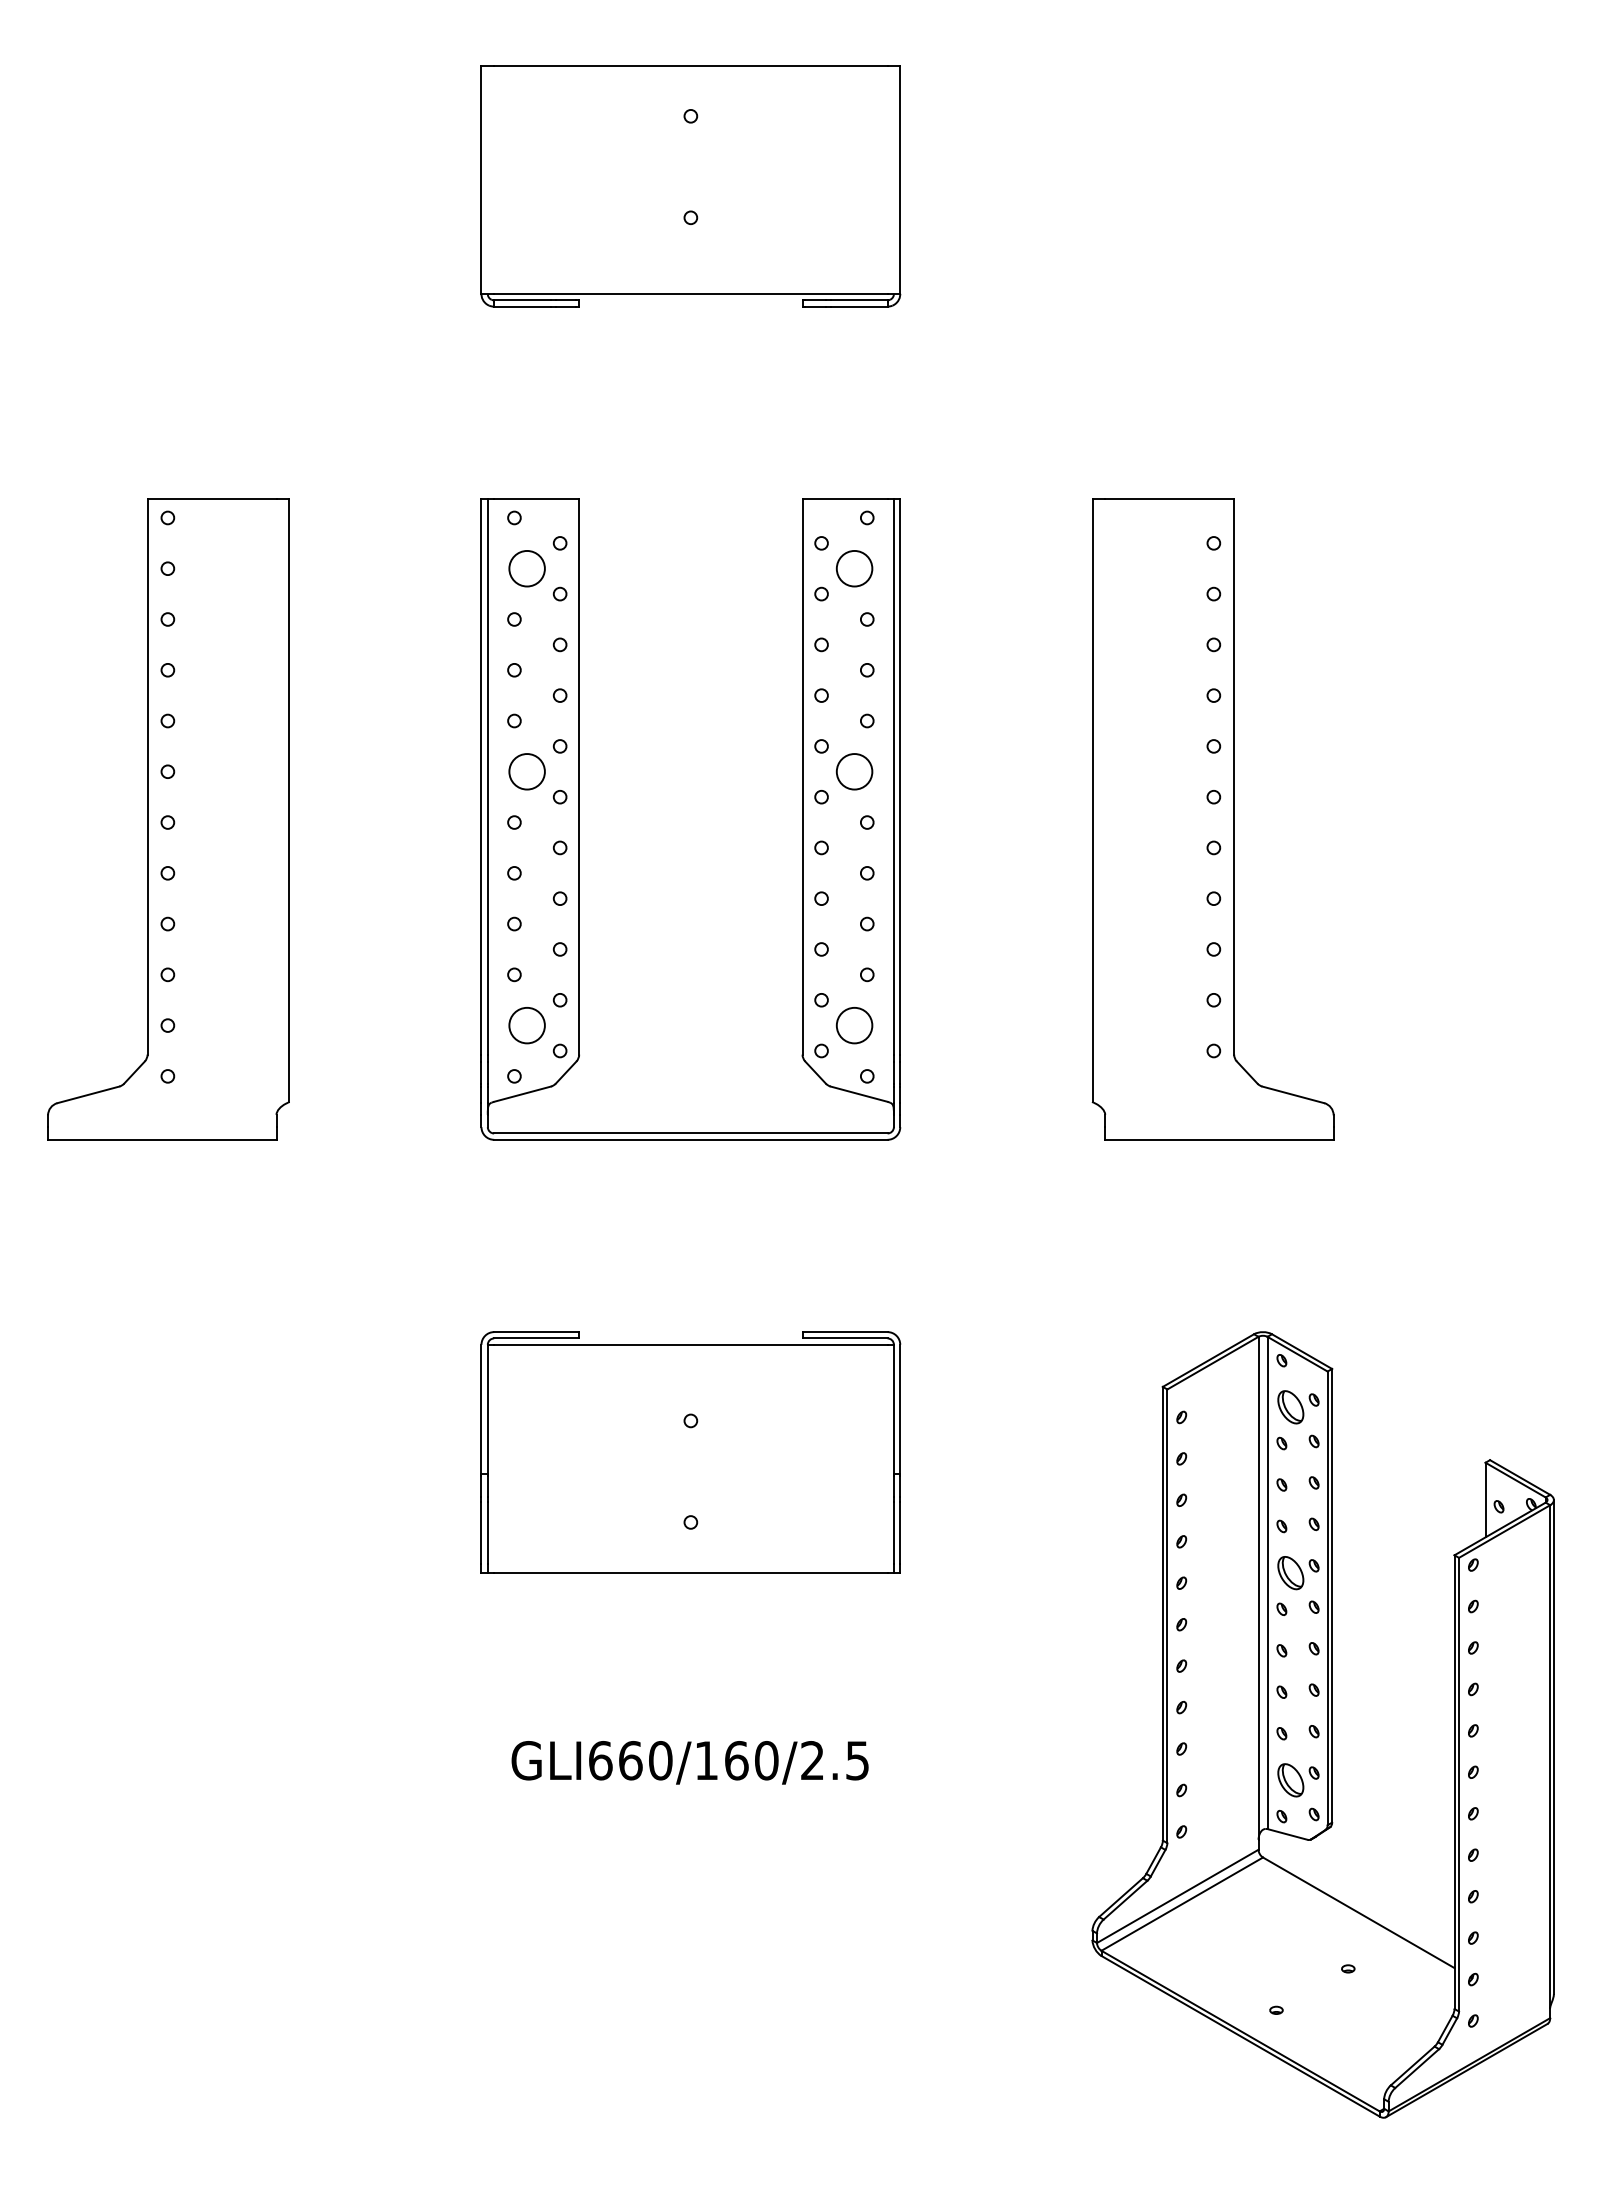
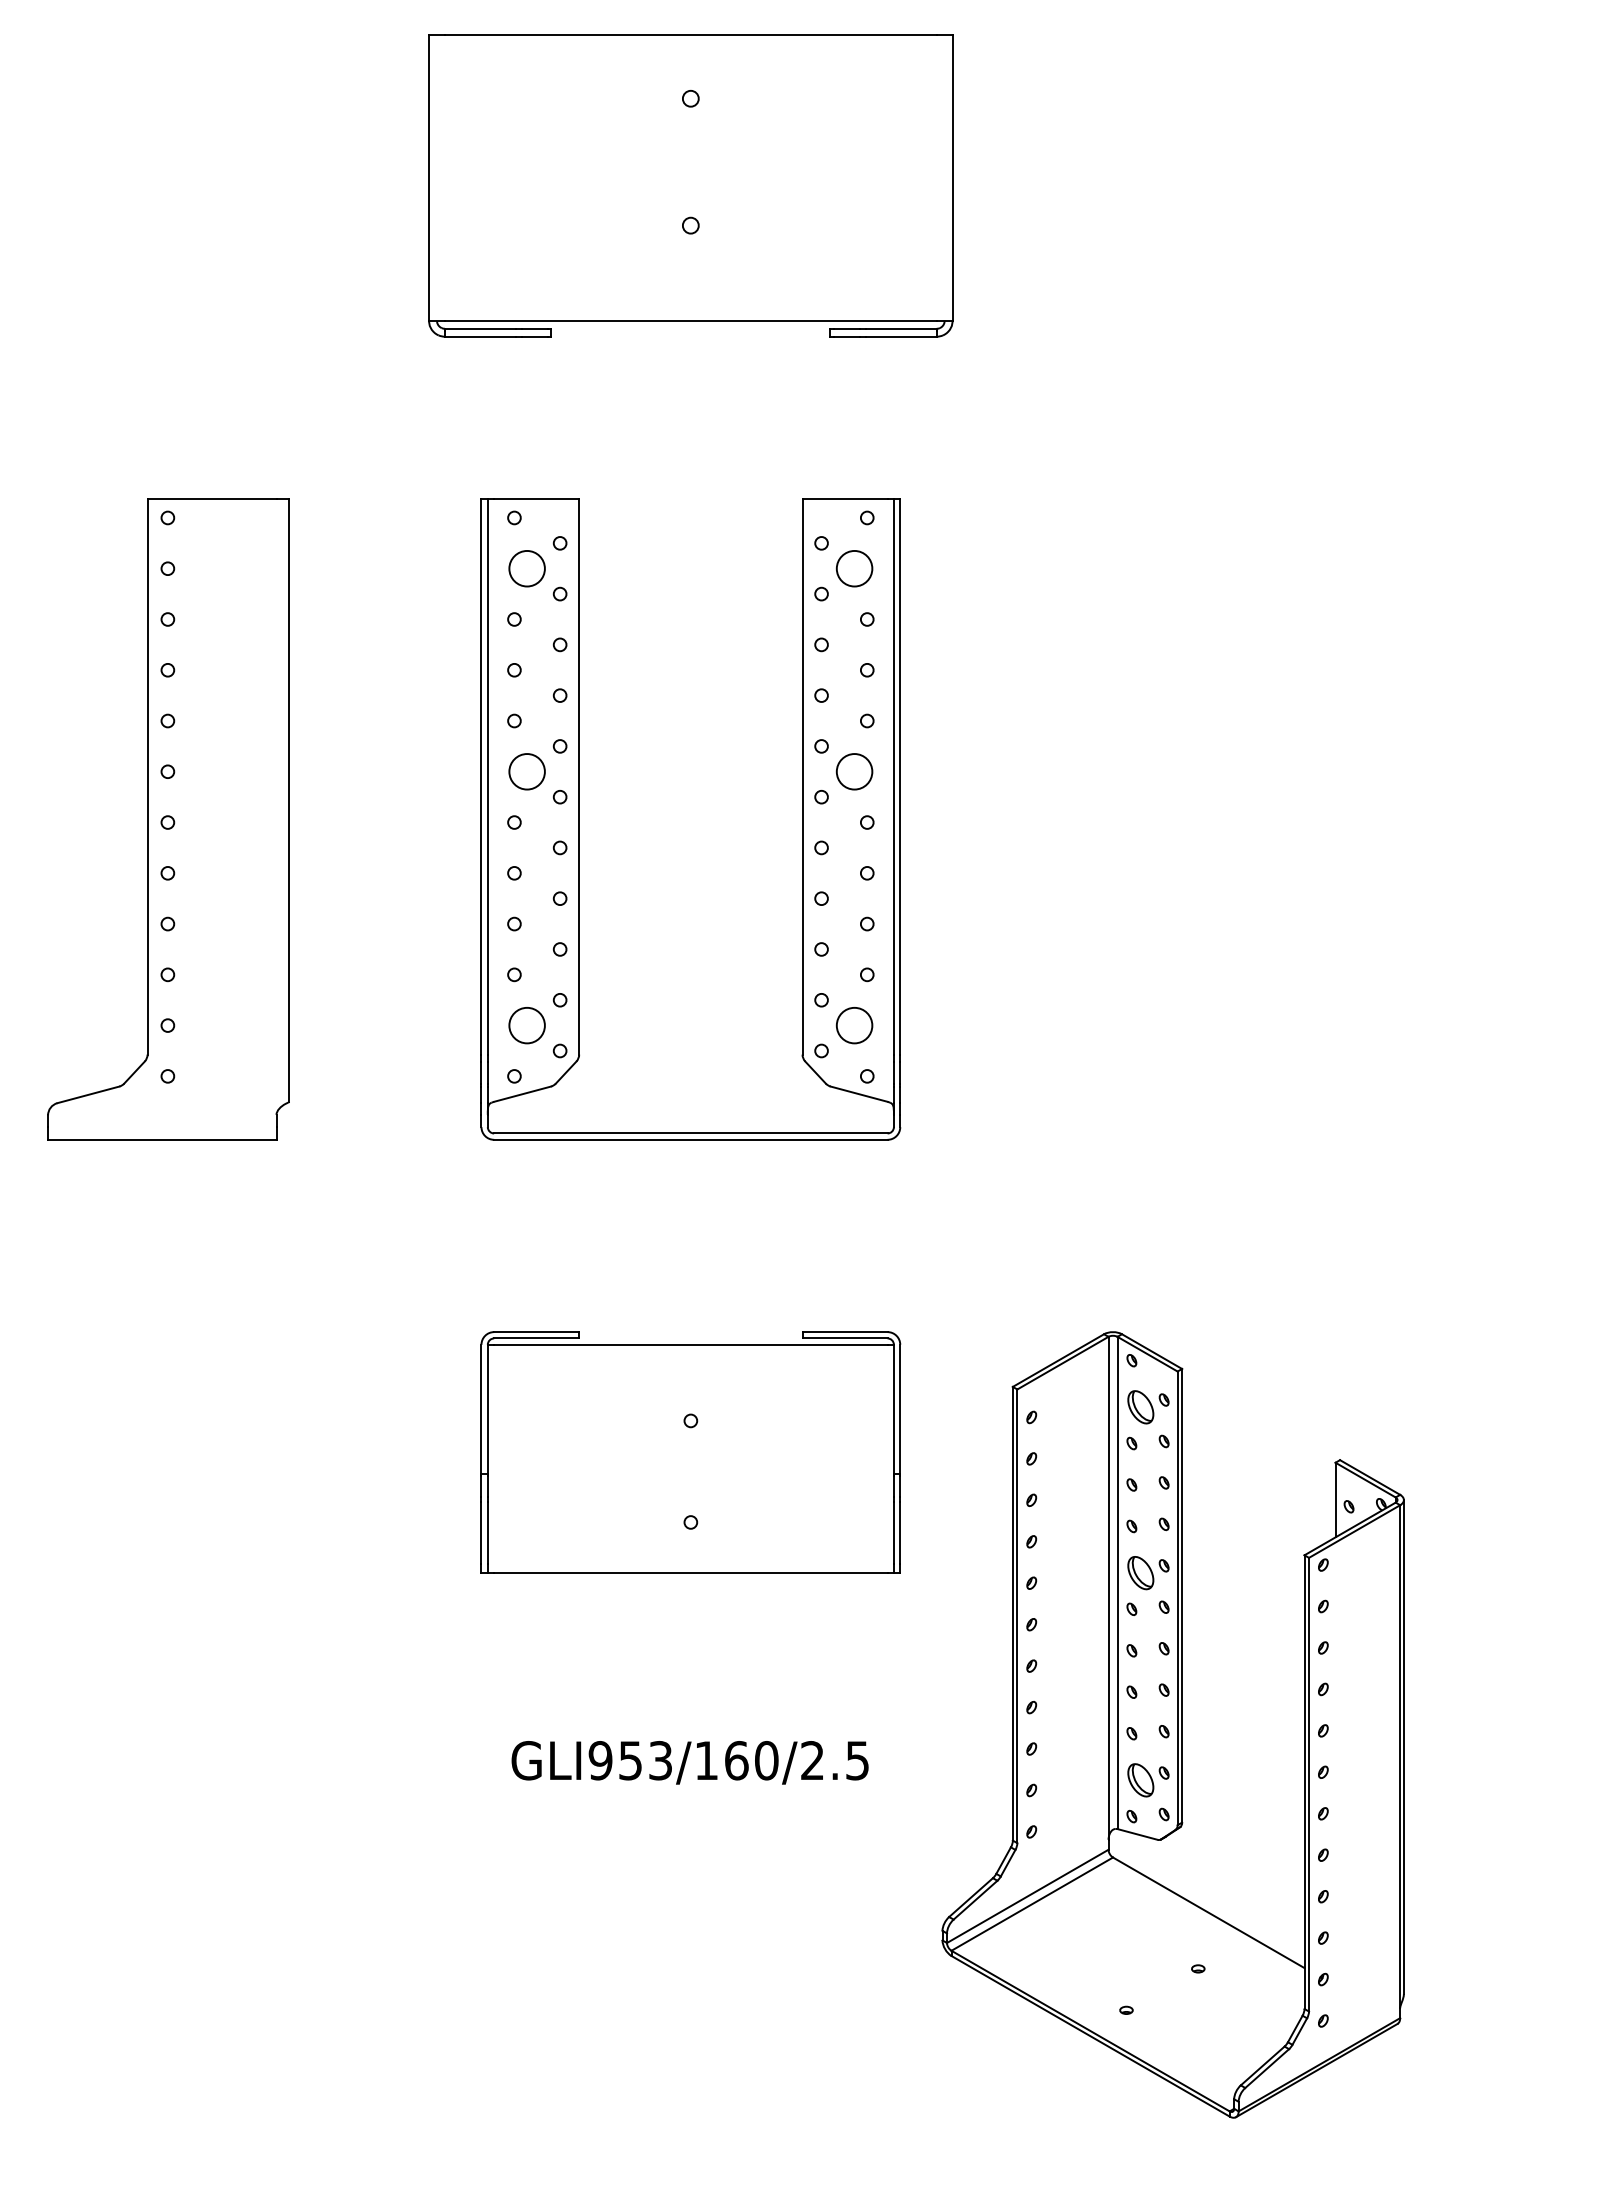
part at (690, 186) size: 422x243 px -> 526x304 px
part at (1212, 819): present -> none
part at (1322, 1724) position: (1322, 1724) -> (1172, 1724)
text at (630, 1760): GLI660/160/2.5 -> GLI953/160/2.5
